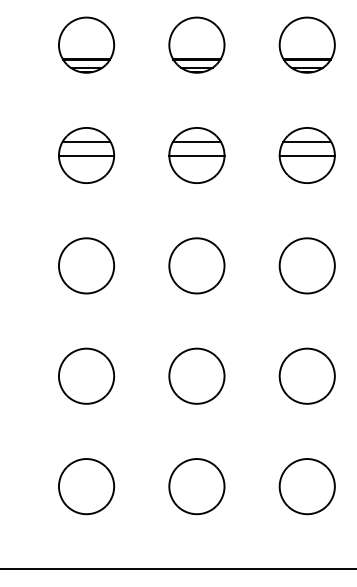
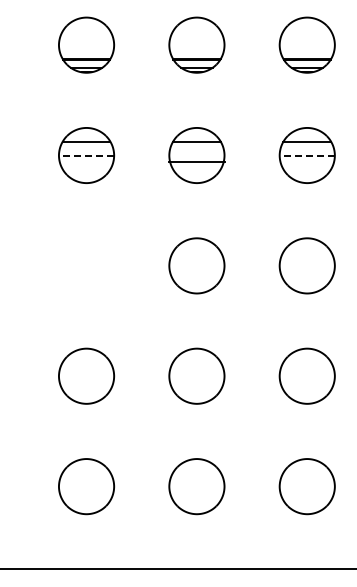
line at (86, 155): solid -> dashed
line at (196, 155) position: (196, 155) -> (196, 161)
line at (307, 155): solid -> dashed
part at (86, 265): present -> none
